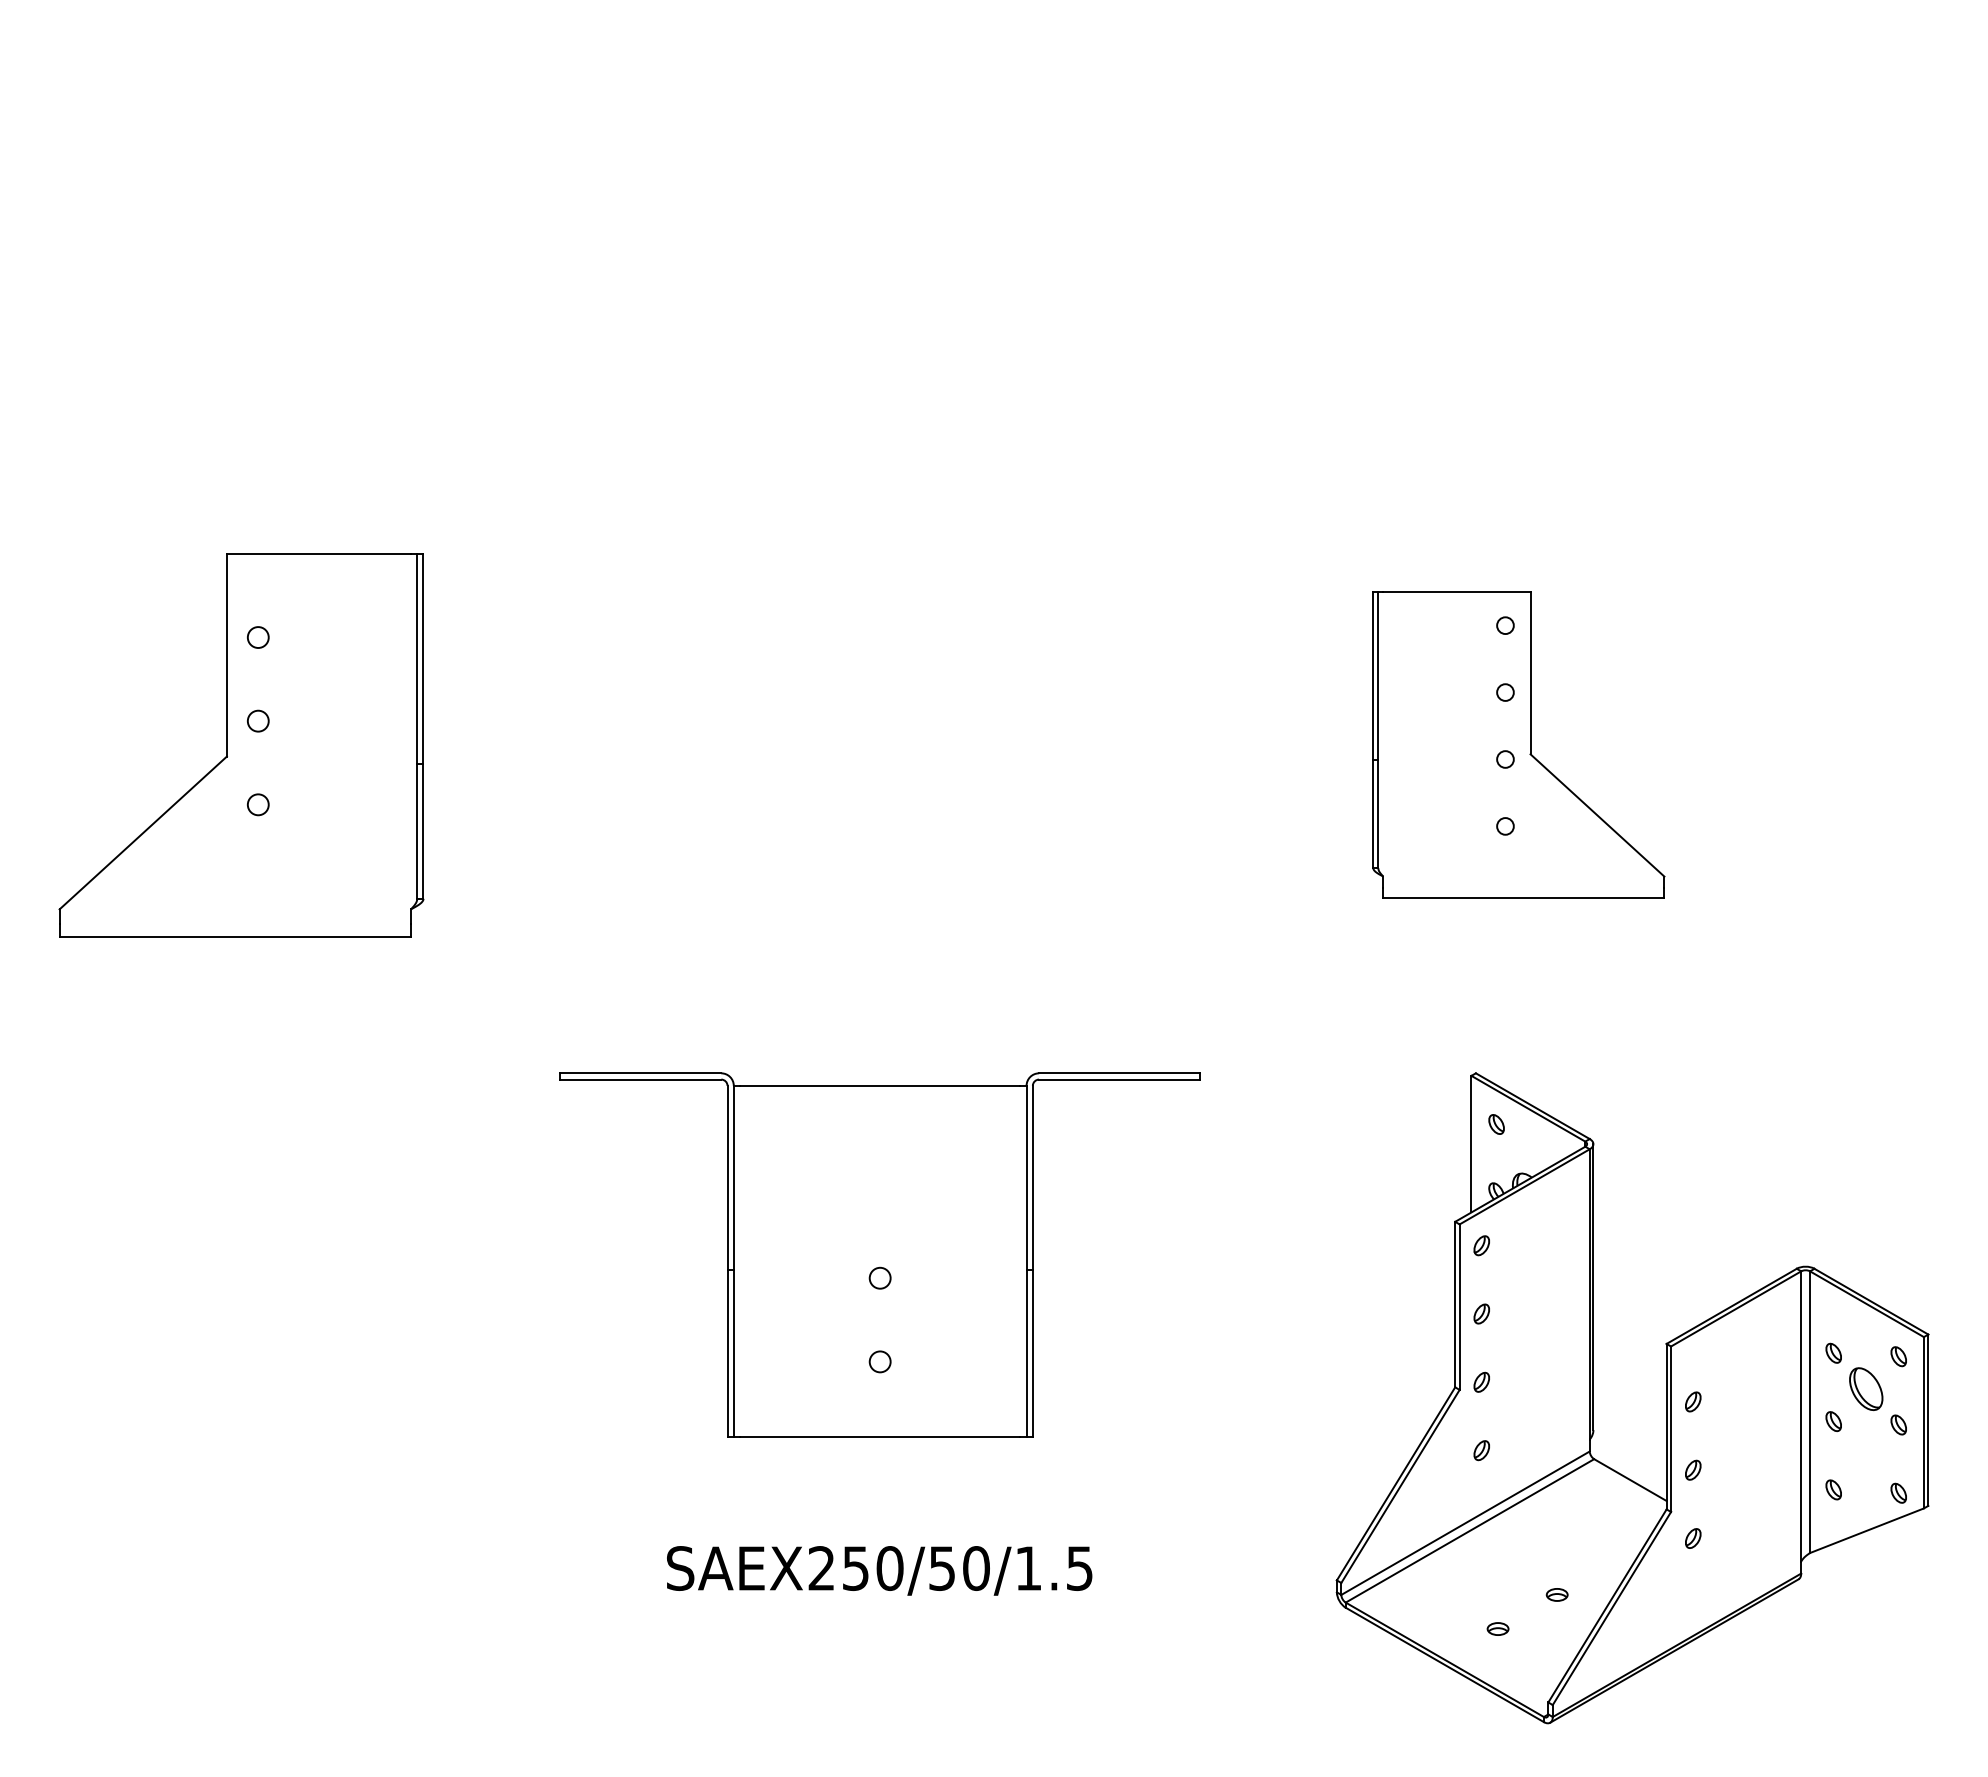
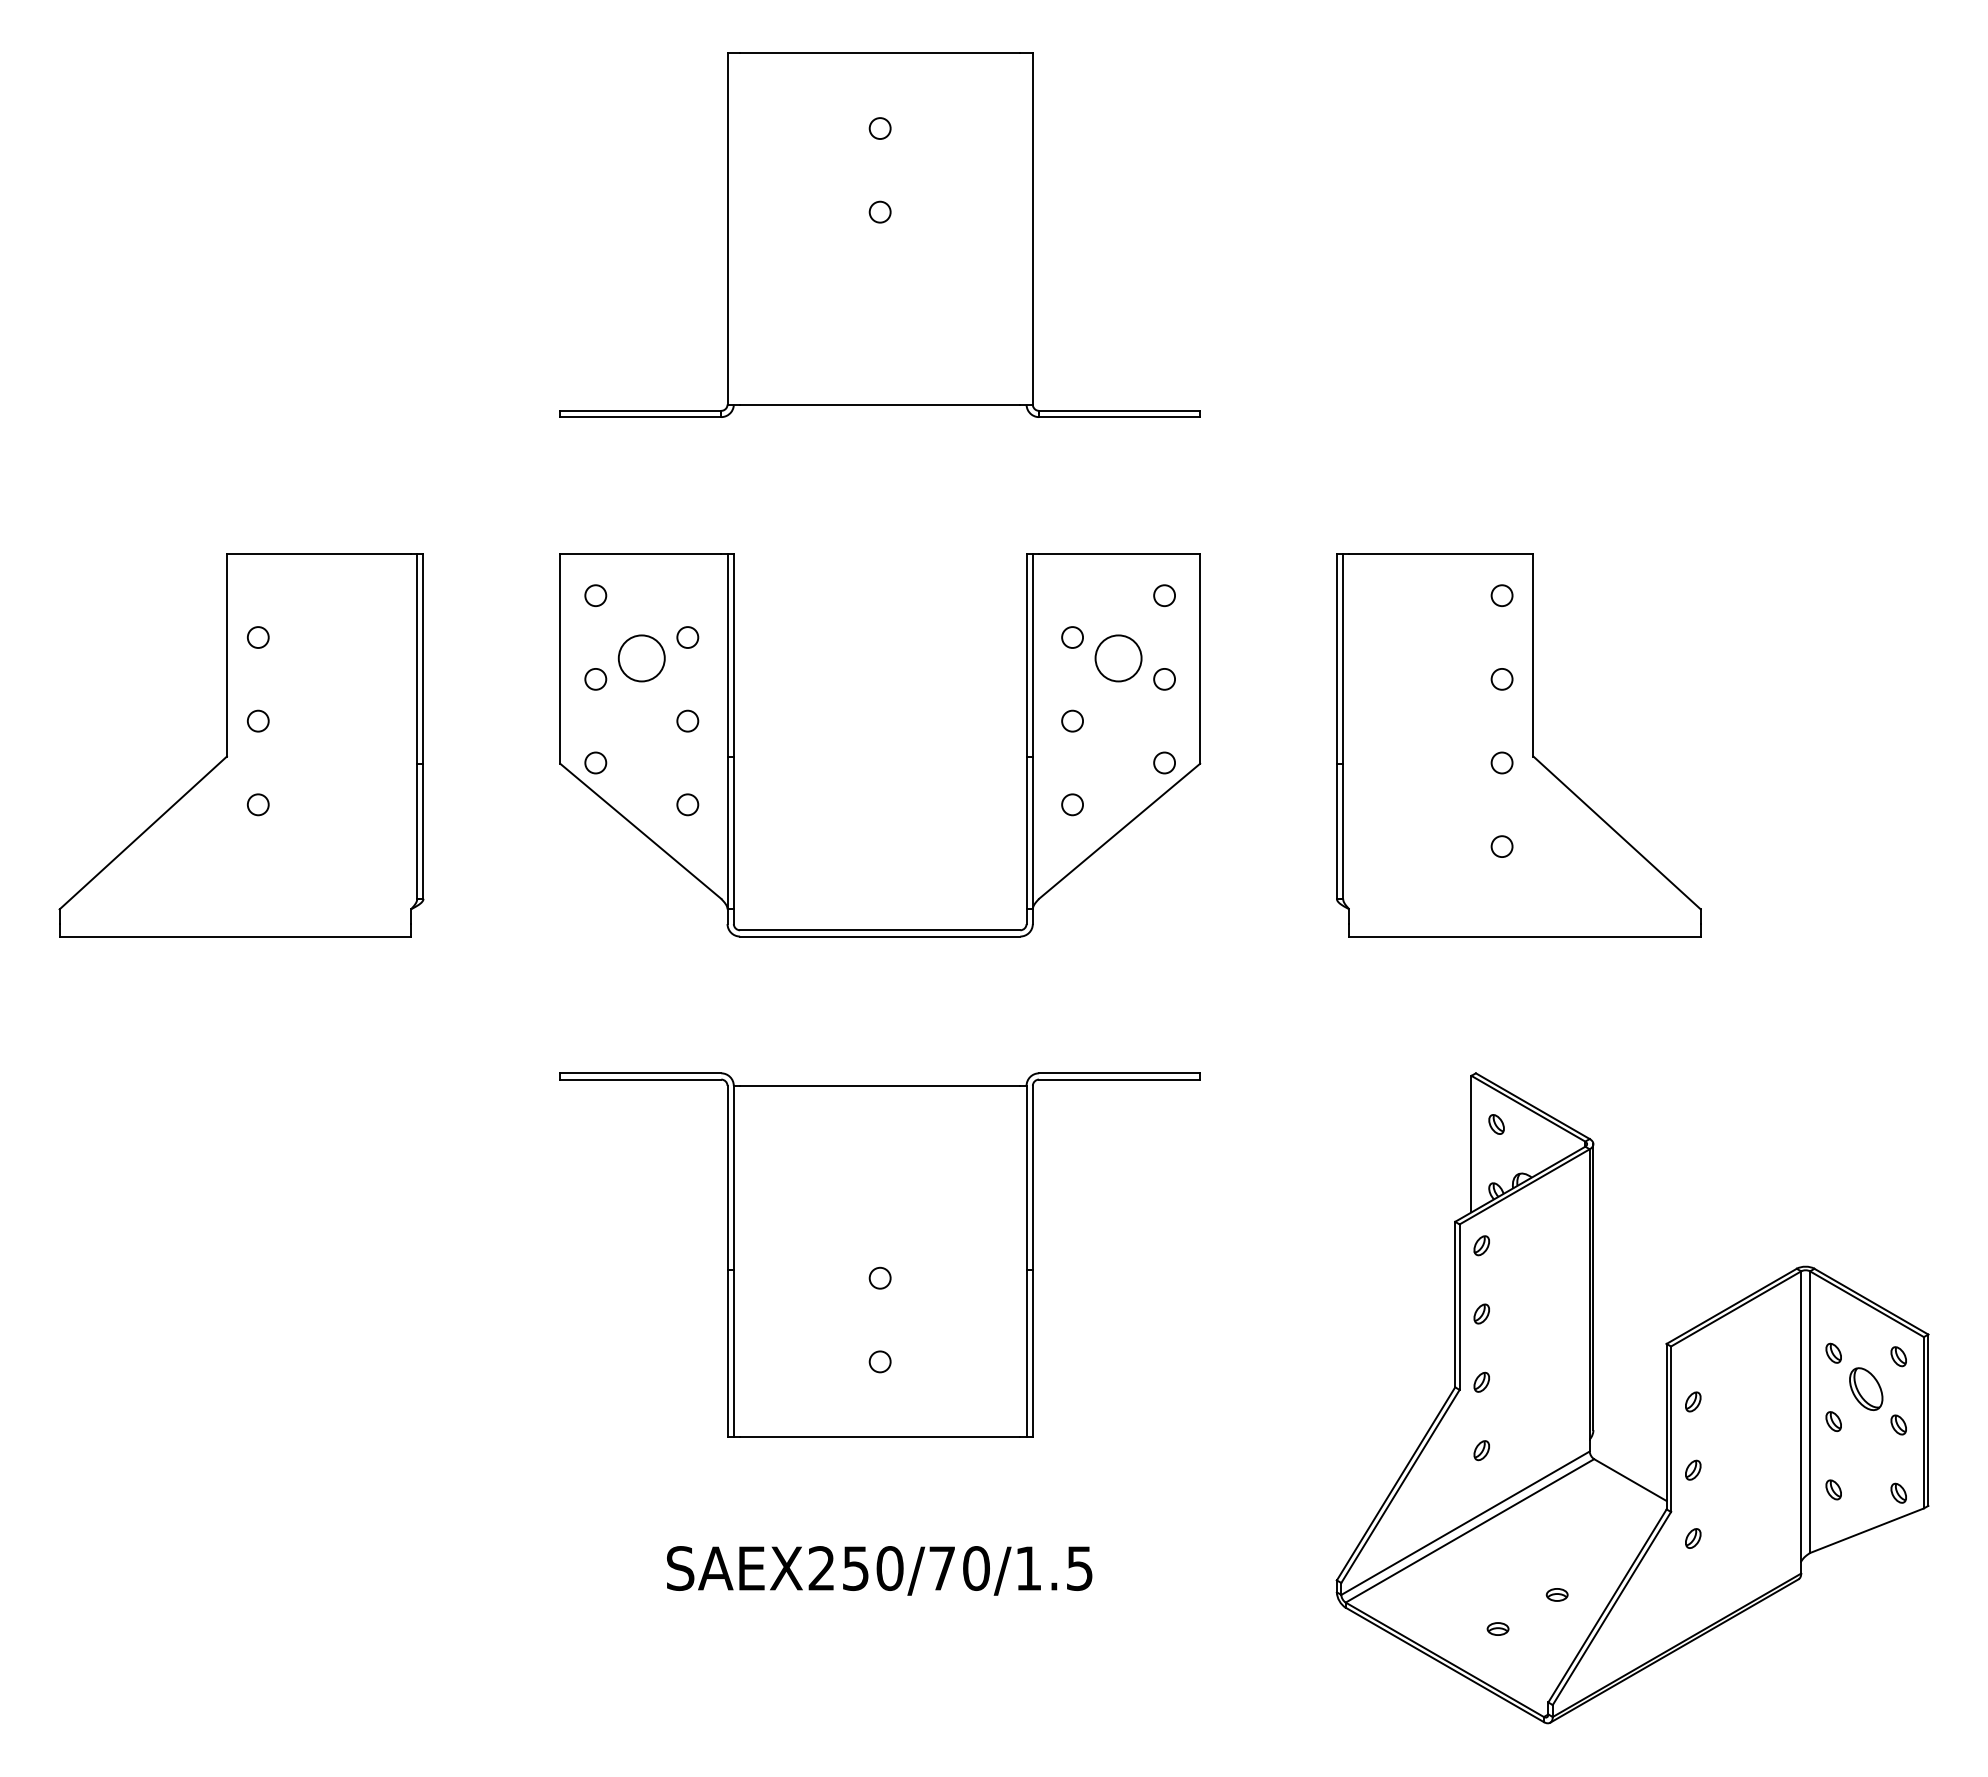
part at (879, 234): none -> present
part at (1518, 744) size: 294x308 px -> 366x385 px
part at (734, 745): none -> present
text at (941, 1568): SAEX250/50/1.5 -> SAEX250/70/1.5
